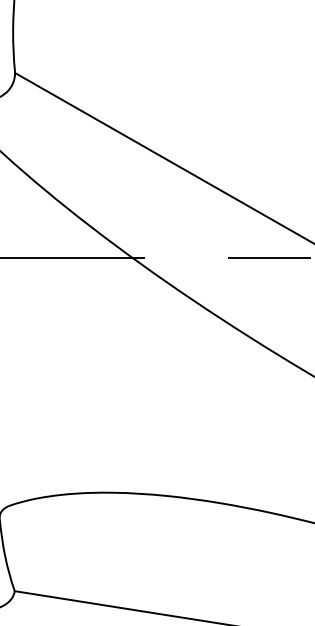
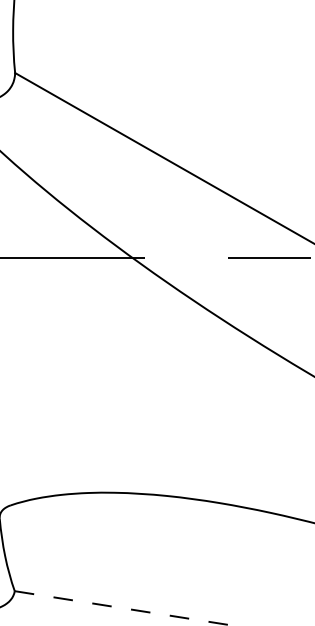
line at (125, 608): solid -> dashed
